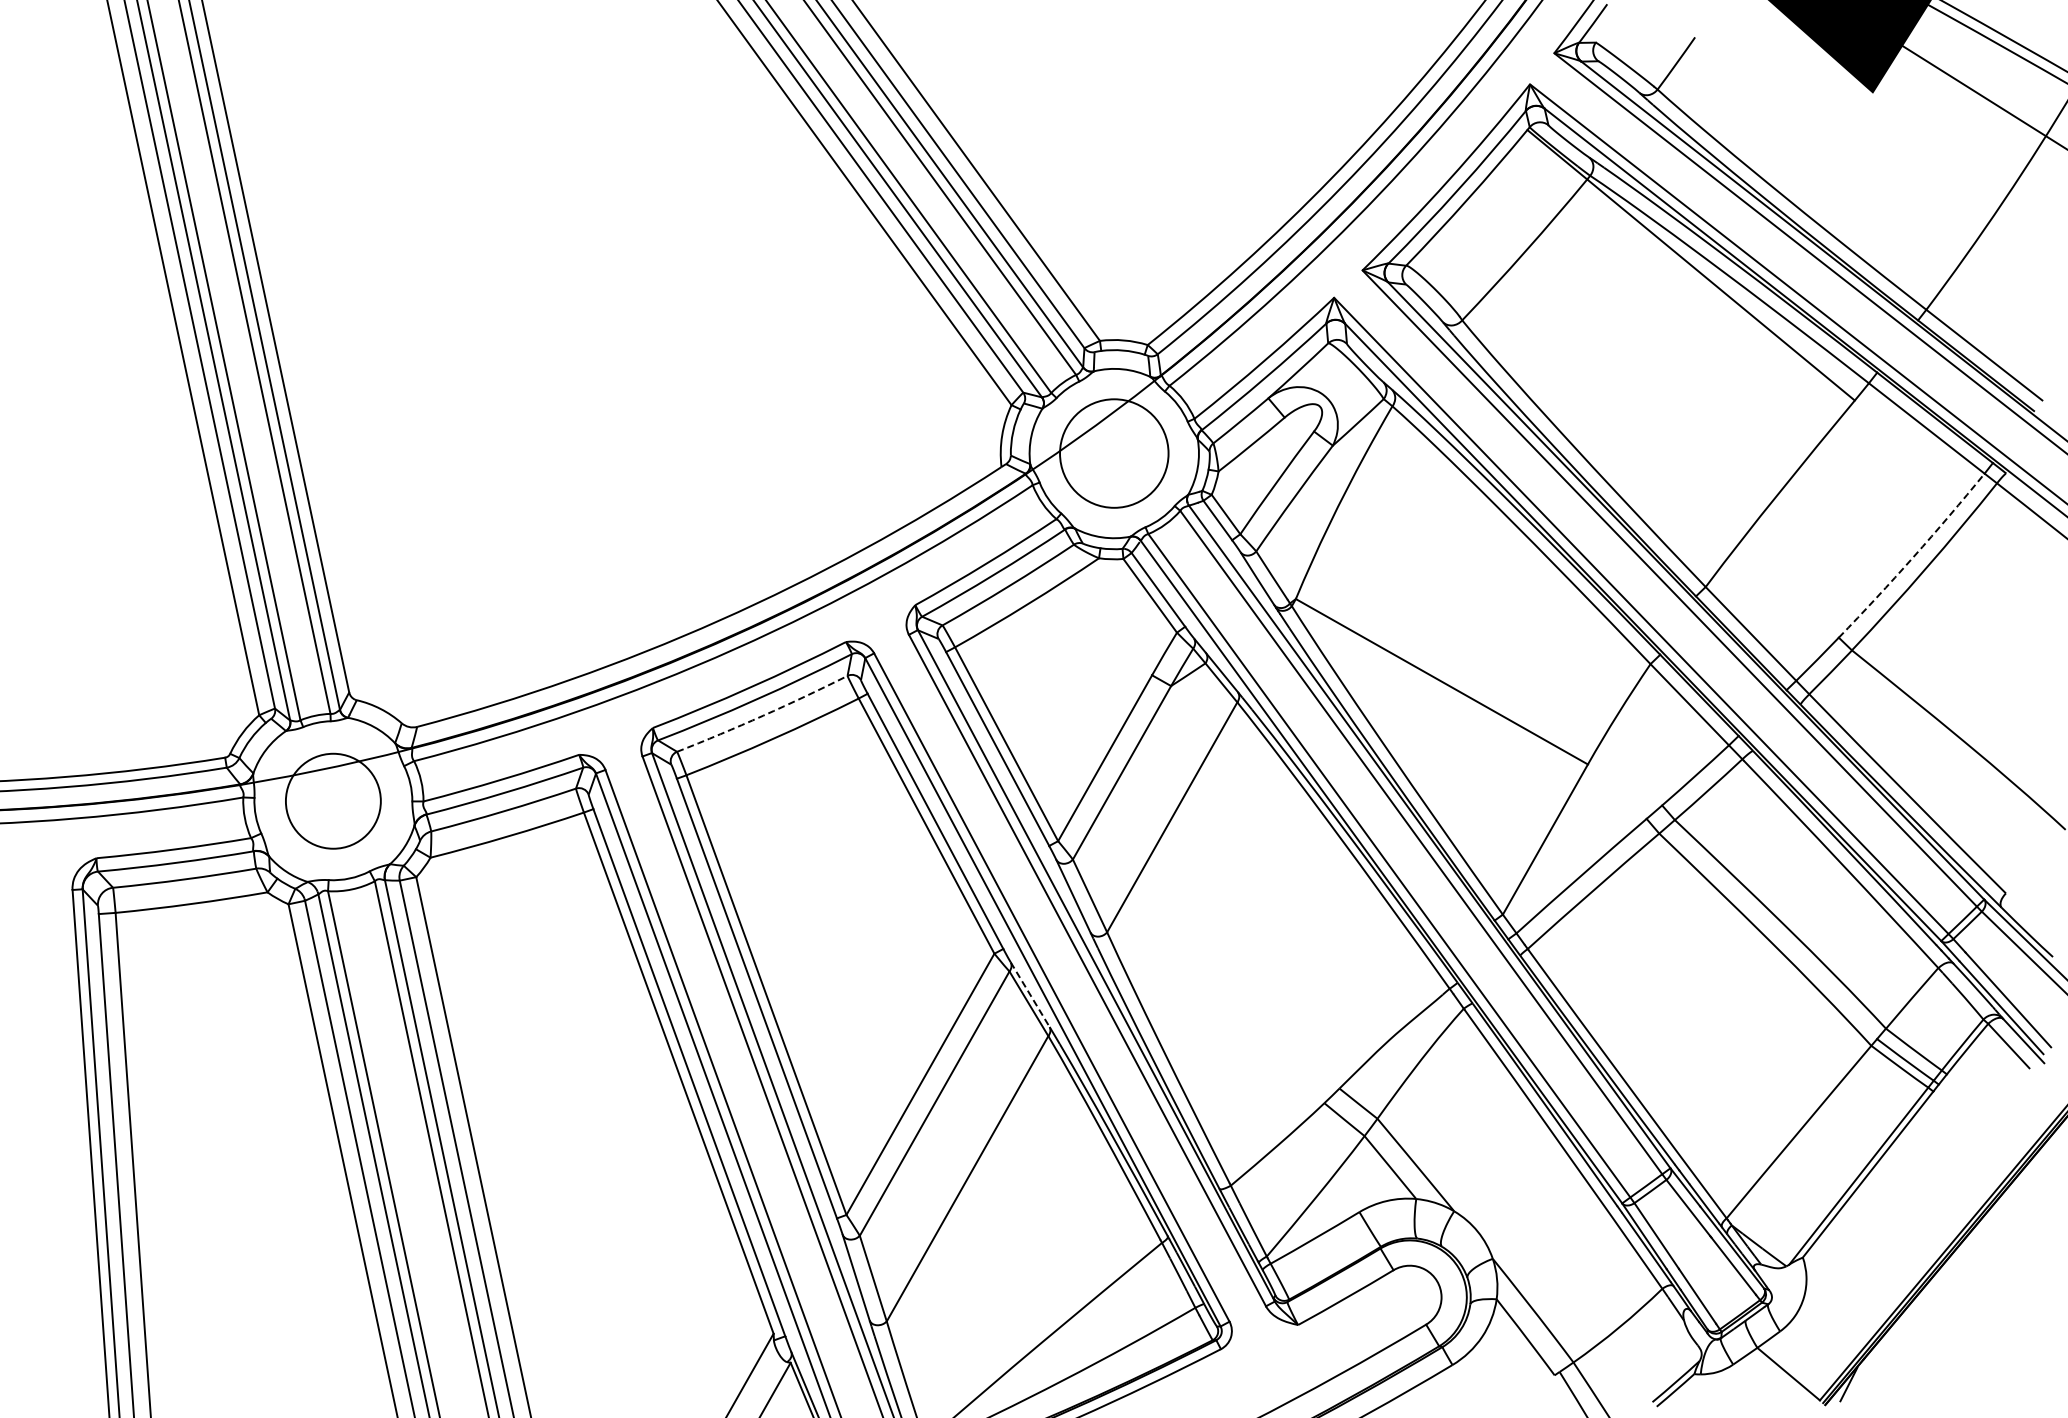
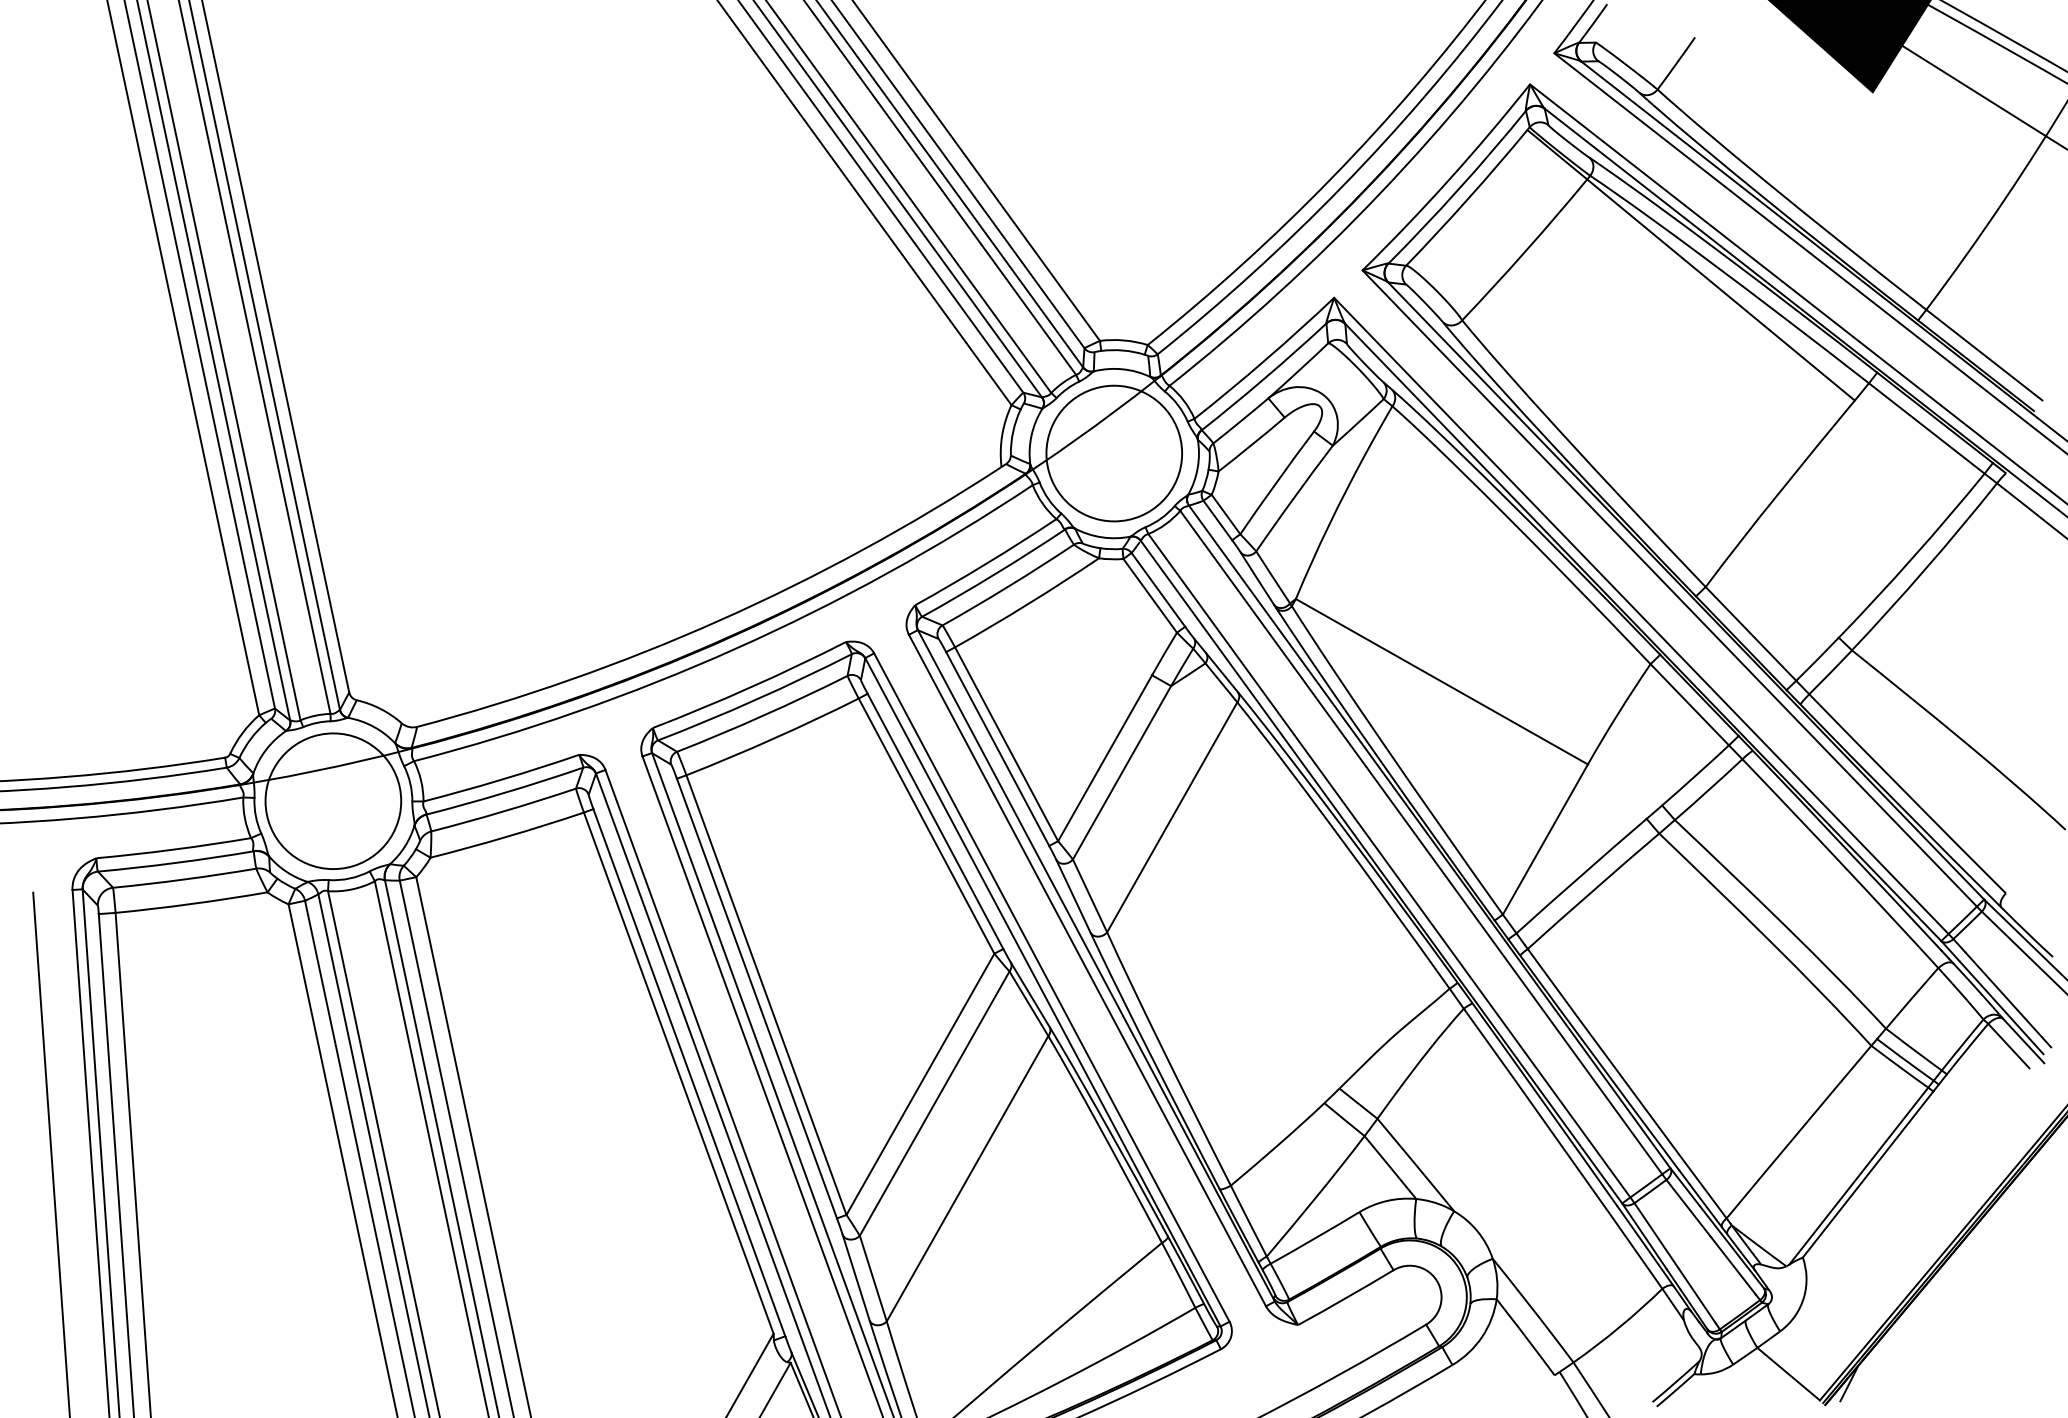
circle at (1114, 453) diameter: 109 px -> 136 px
arc at (1913, 557): dashed -> solid
arc at (763, 715): dashed -> solid
circle at (332, 800) diameter: 95 px -> 136 px
line at (1030, 994): dashed -> solid
line at (51, 1153): none -> present
